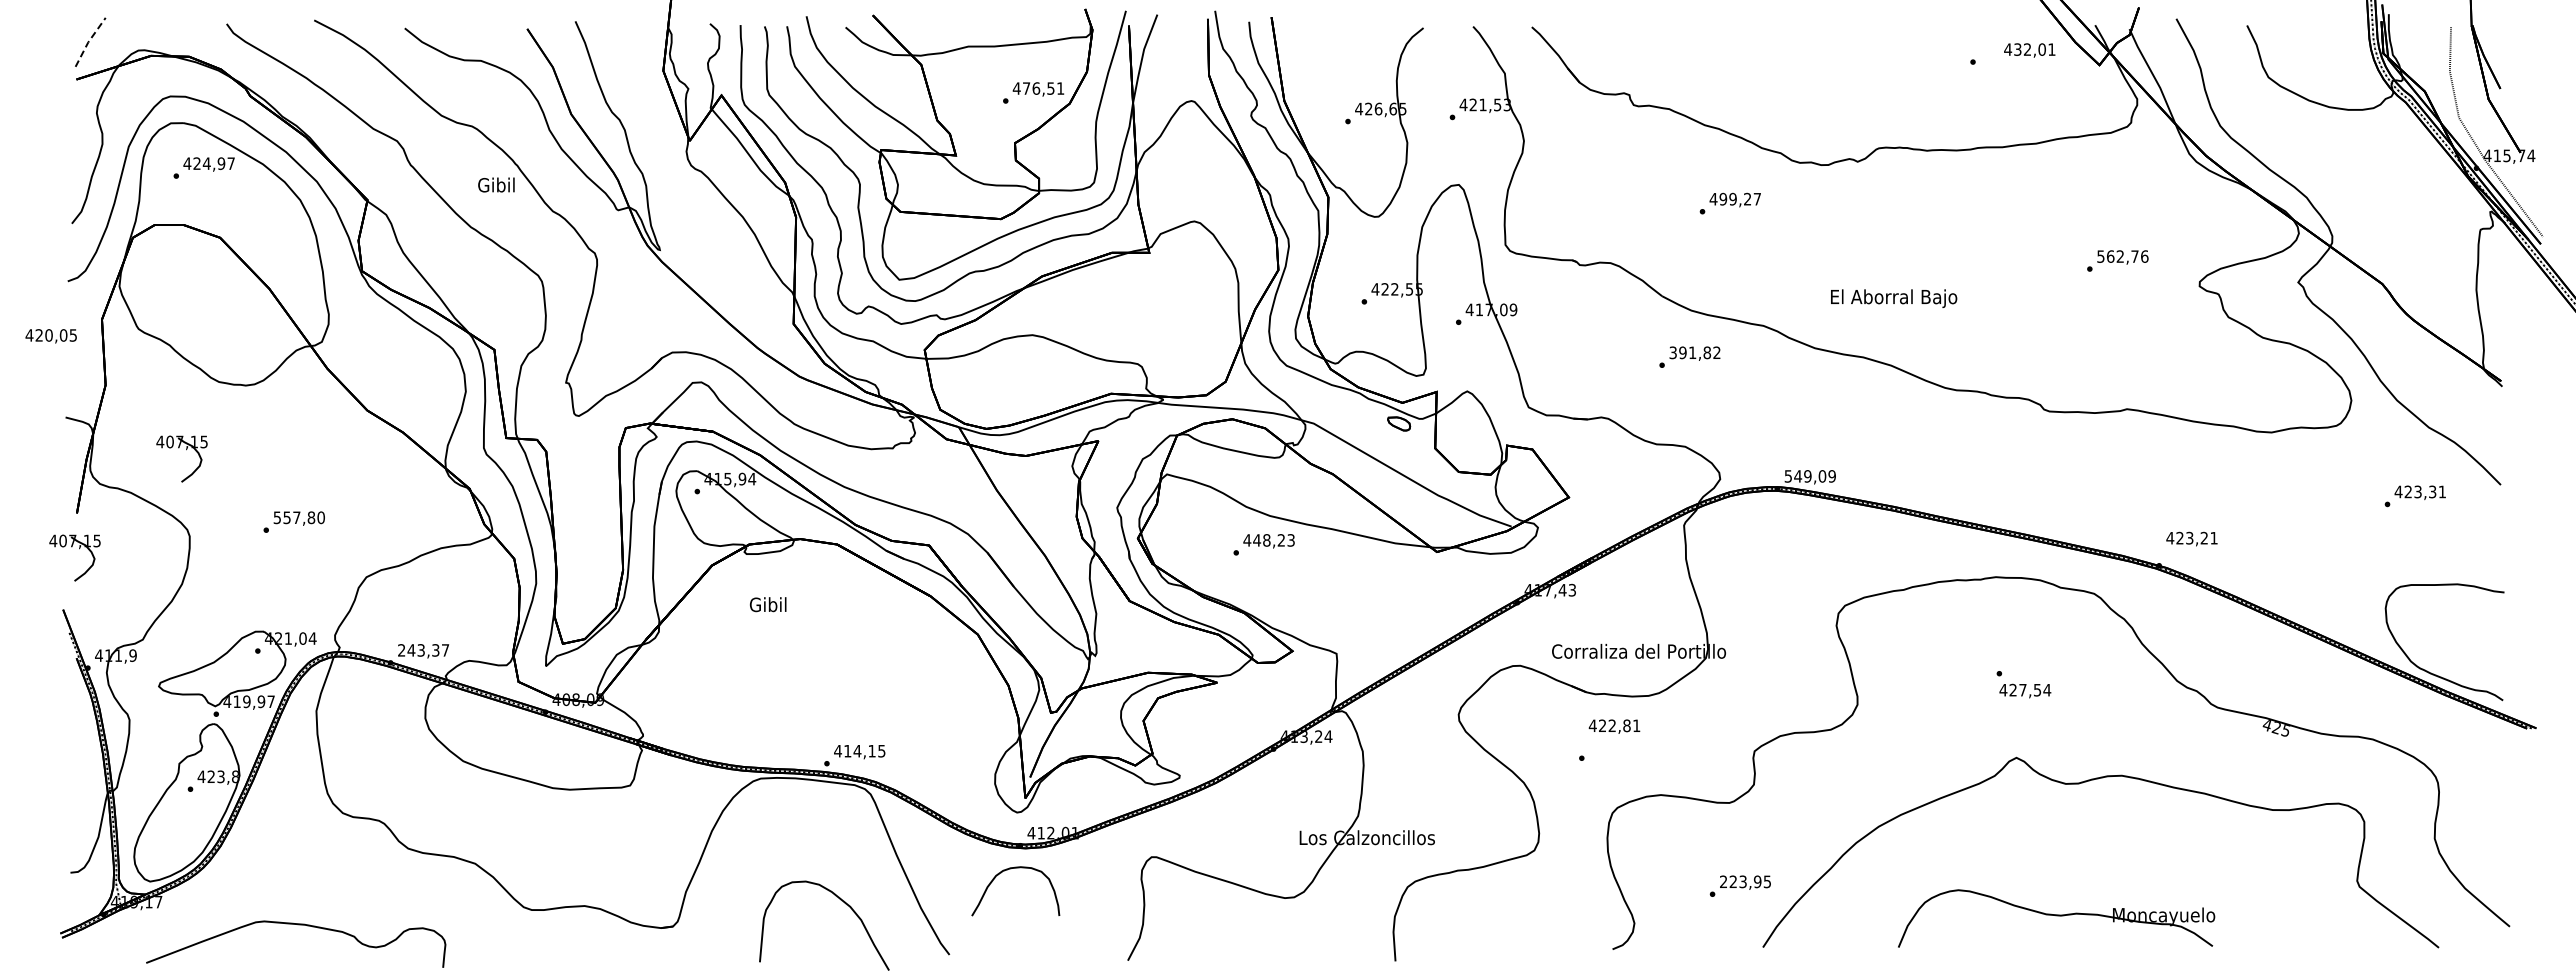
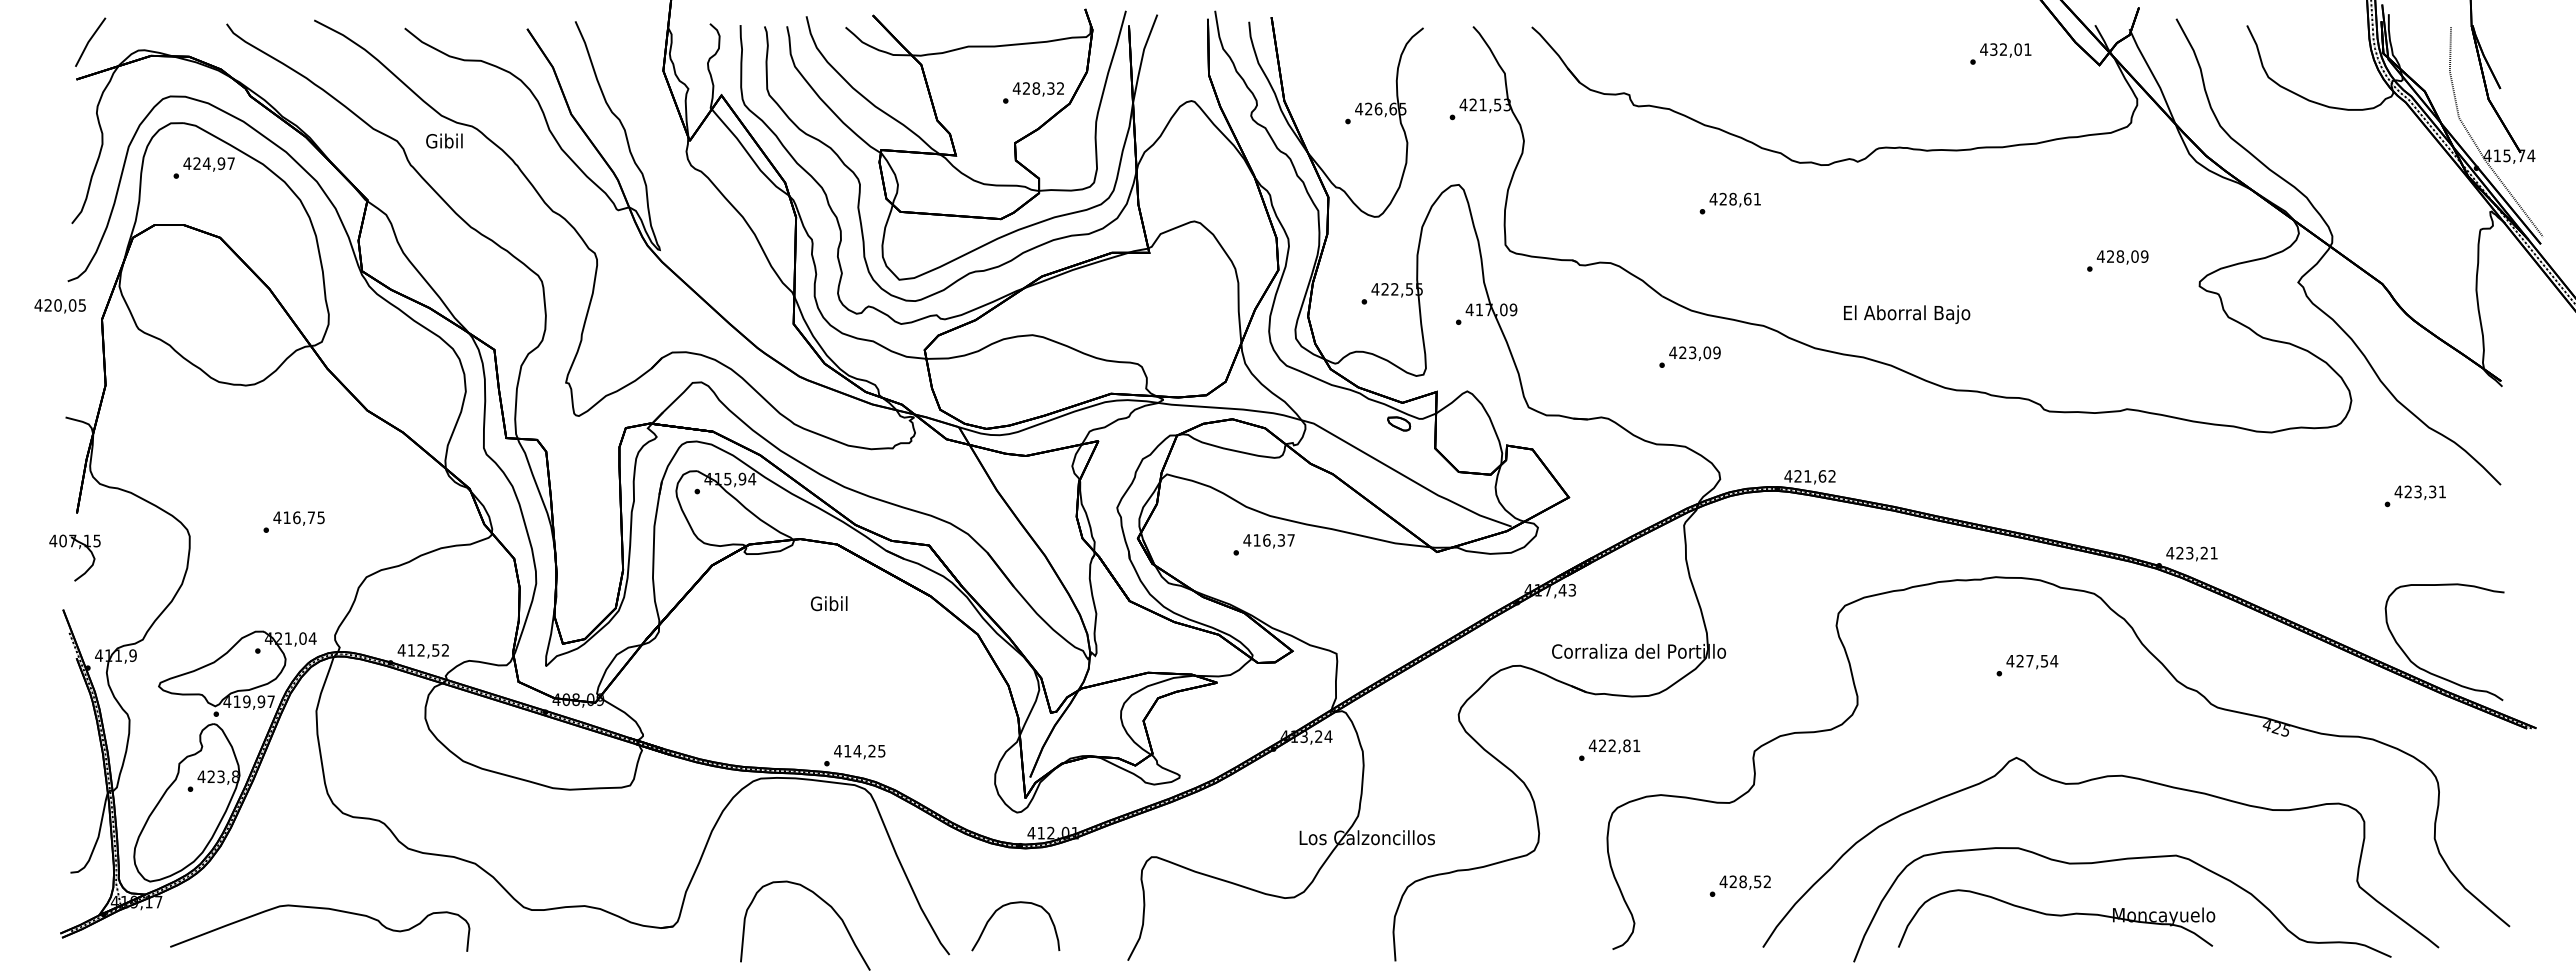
line at (88, 41): dashed -> solid
text at (2029, 50) position: (2029, 50) -> (2005, 50)
text at (1043, 88): 476,51 -> 428,32
text at (496, 184) position: (496, 184) -> (444, 140)
text at (1739, 198): 499,27 -> 428,61
text at (2122, 256): 562,76 -> 428,09
text at (1894, 298) position: (1894, 298) -> (1907, 314)
text at (50, 336) position: (50, 336) -> (59, 306)
text at (1694, 352): 391,82 -> 423,09
part at (186, 450): present -> none
text at (1809, 476): 549,09 -> 421,62
text at (298, 517): 557,80 -> 416,75
text at (2191, 538) position: (2191, 538) -> (2191, 553)
text at (1273, 540): 448,23 -> 416,37
text at (768, 604) position: (768, 604) -> (829, 603)
text at (423, 650): 243,37 -> 412,52
text at (2025, 690) position: (2025, 690) -> (2032, 661)
text at (1614, 726) position: (1614, 726) -> (1614, 746)
text at (871, 750): 414,15 -> 414,25
curve at (2115, 861): none -> present
curve at (1007, 870) position: (1007, 870) -> (1007, 905)
text at (1744, 881): 223,95 -> 428,52
curve at (840, 900) position: (840, 900) -> (821, 900)
curve at (297, 925) position: (297, 925) -> (321, 909)
